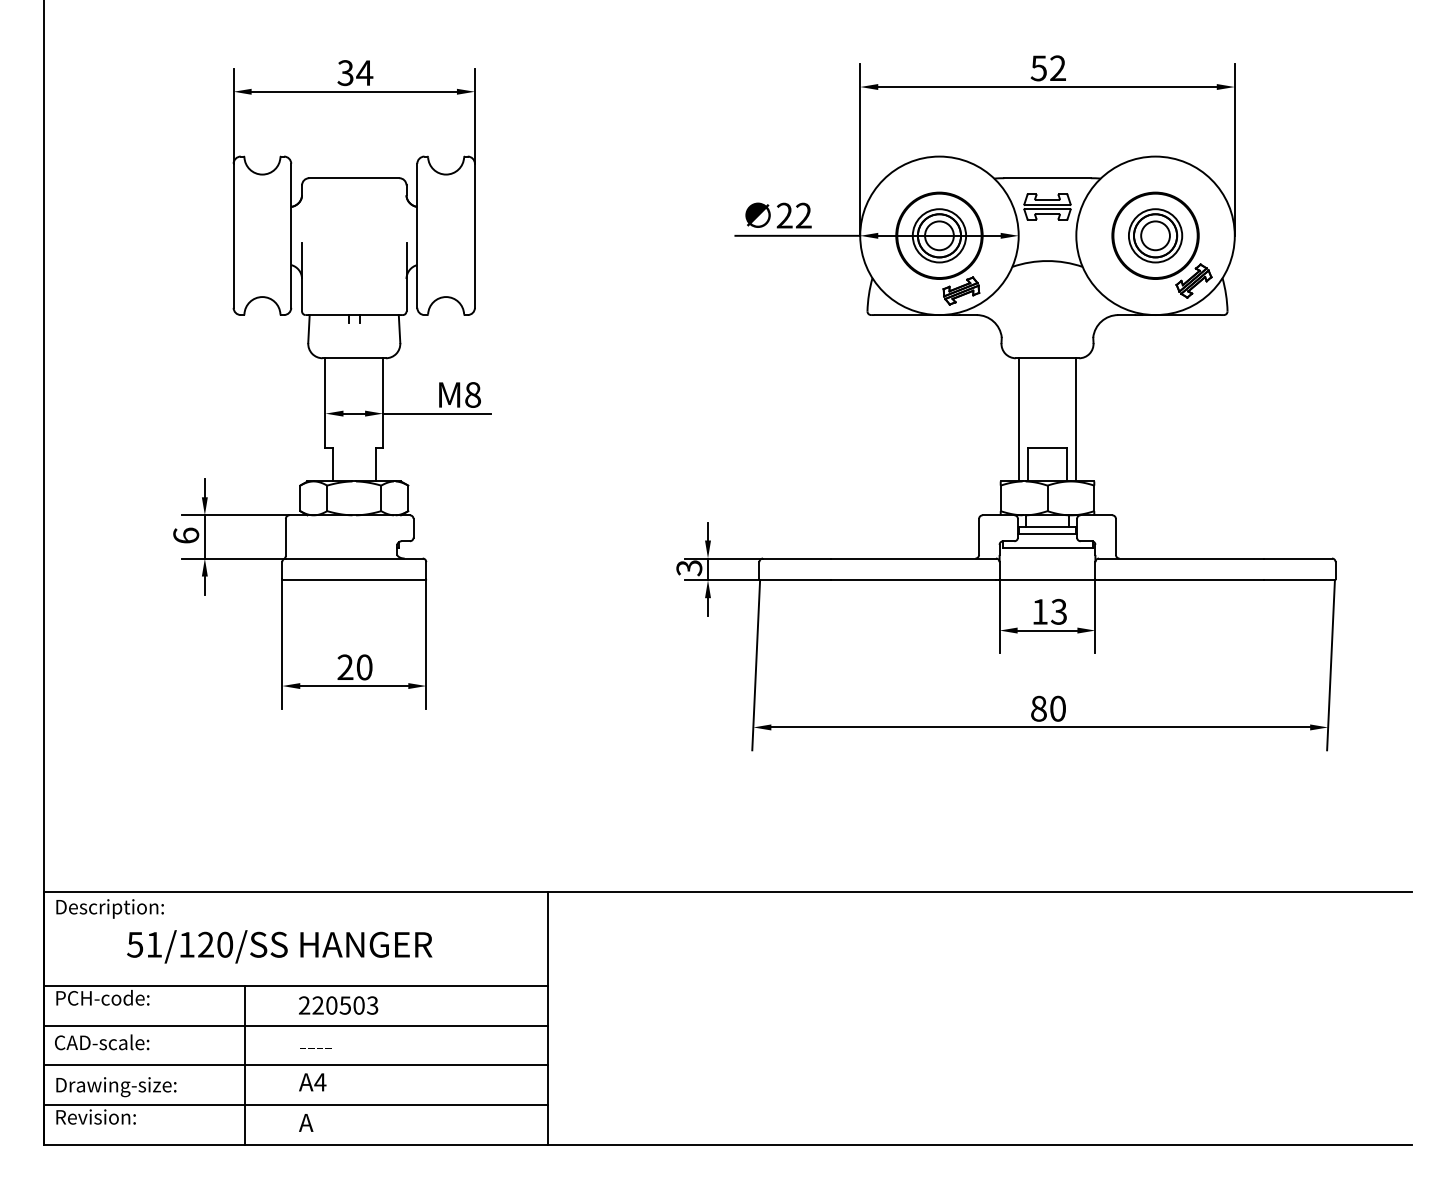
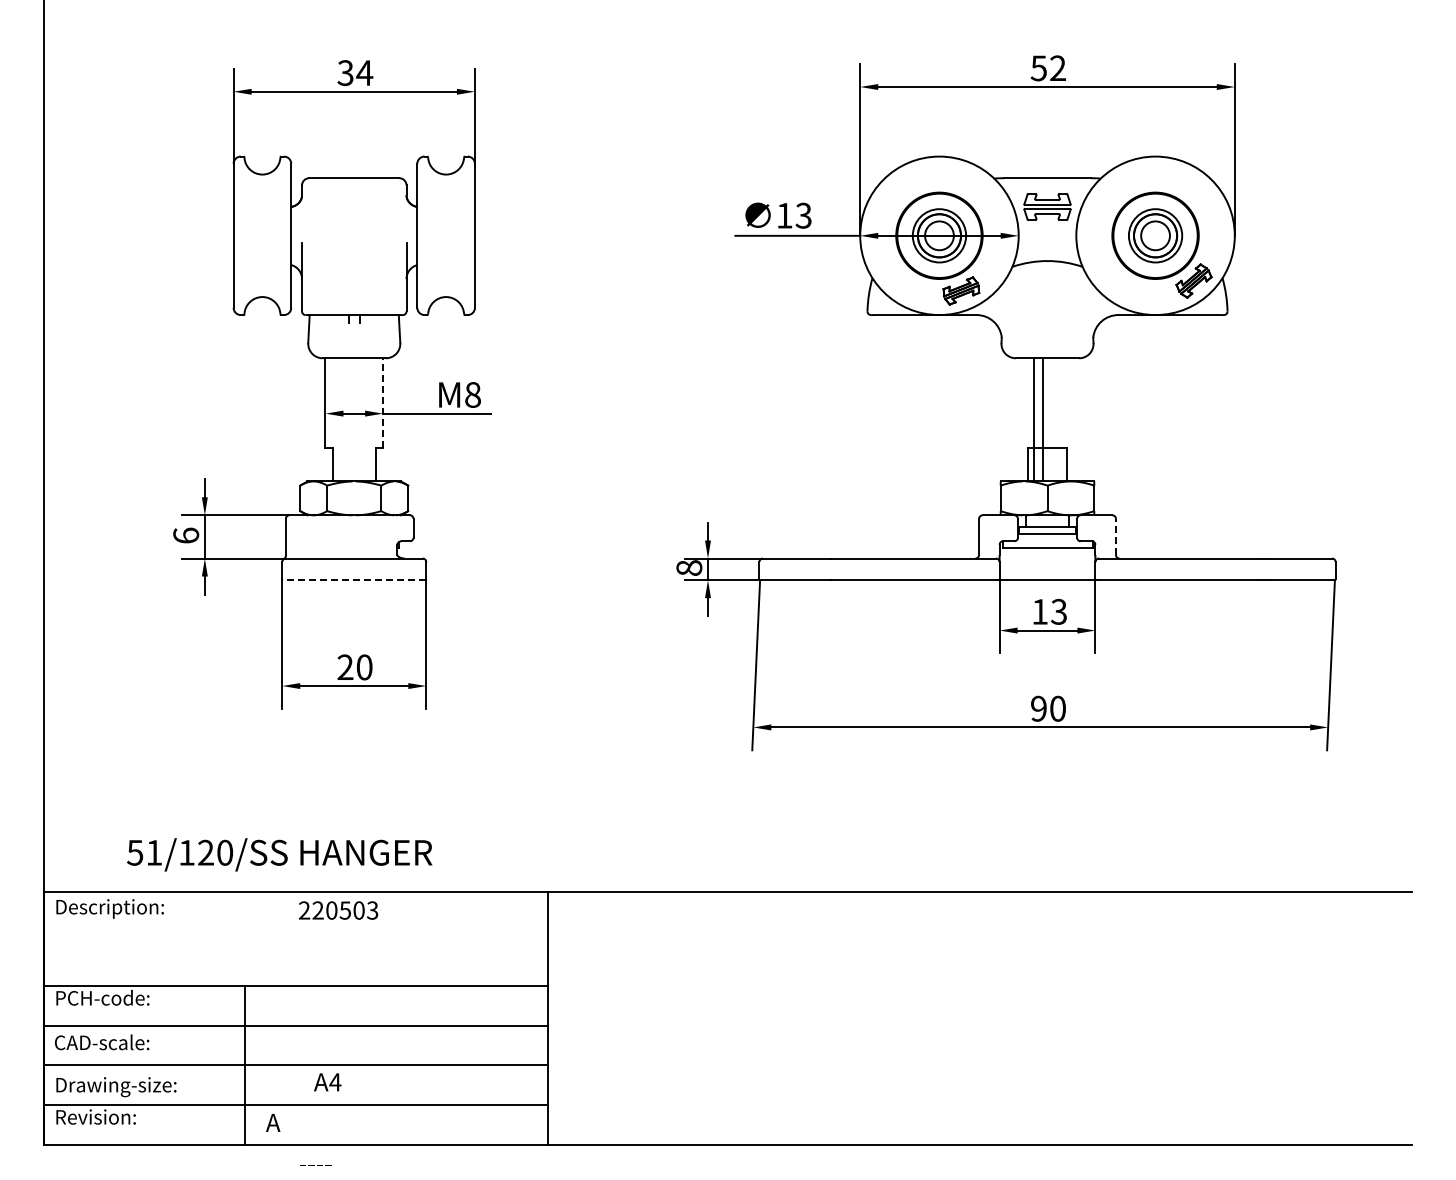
text at (793, 215): 22 -> 13
line at (383, 402): solid -> dashed
line at (1018, 419) position: (1018, 419) -> (1033, 419)
line at (1076, 419) position: (1076, 419) -> (1043, 419)
line at (1115, 536): solid -> dashed
text at (689, 568): 3 -> 8
line at (353, 580): solid -> dashed
text at (1038, 708): 80 -> 90
text at (279, 946) position: (279, 946) -> (279, 854)
text at (338, 1005) position: (338, 1005) -> (338, 910)
text at (315, 1048) position: (315, 1048) -> (315, 1165)
text at (312, 1082) position: (312, 1082) -> (327, 1082)
text at (306, 1122) position: (306, 1122) -> (273, 1122)
